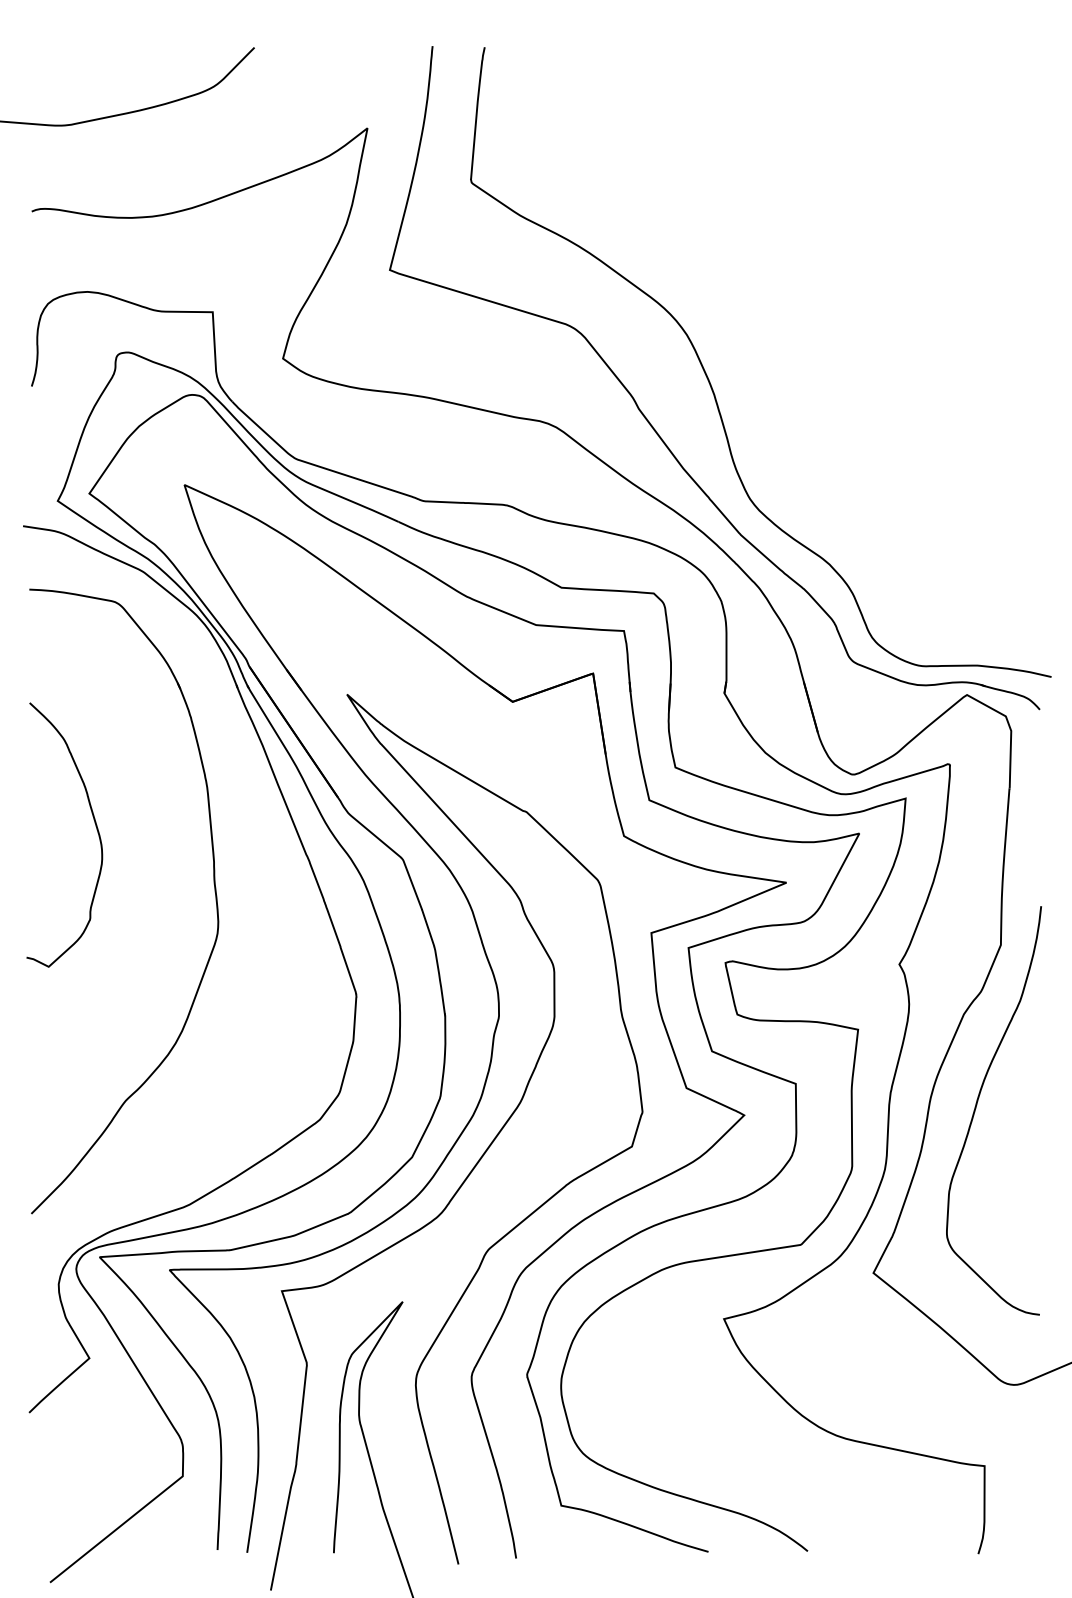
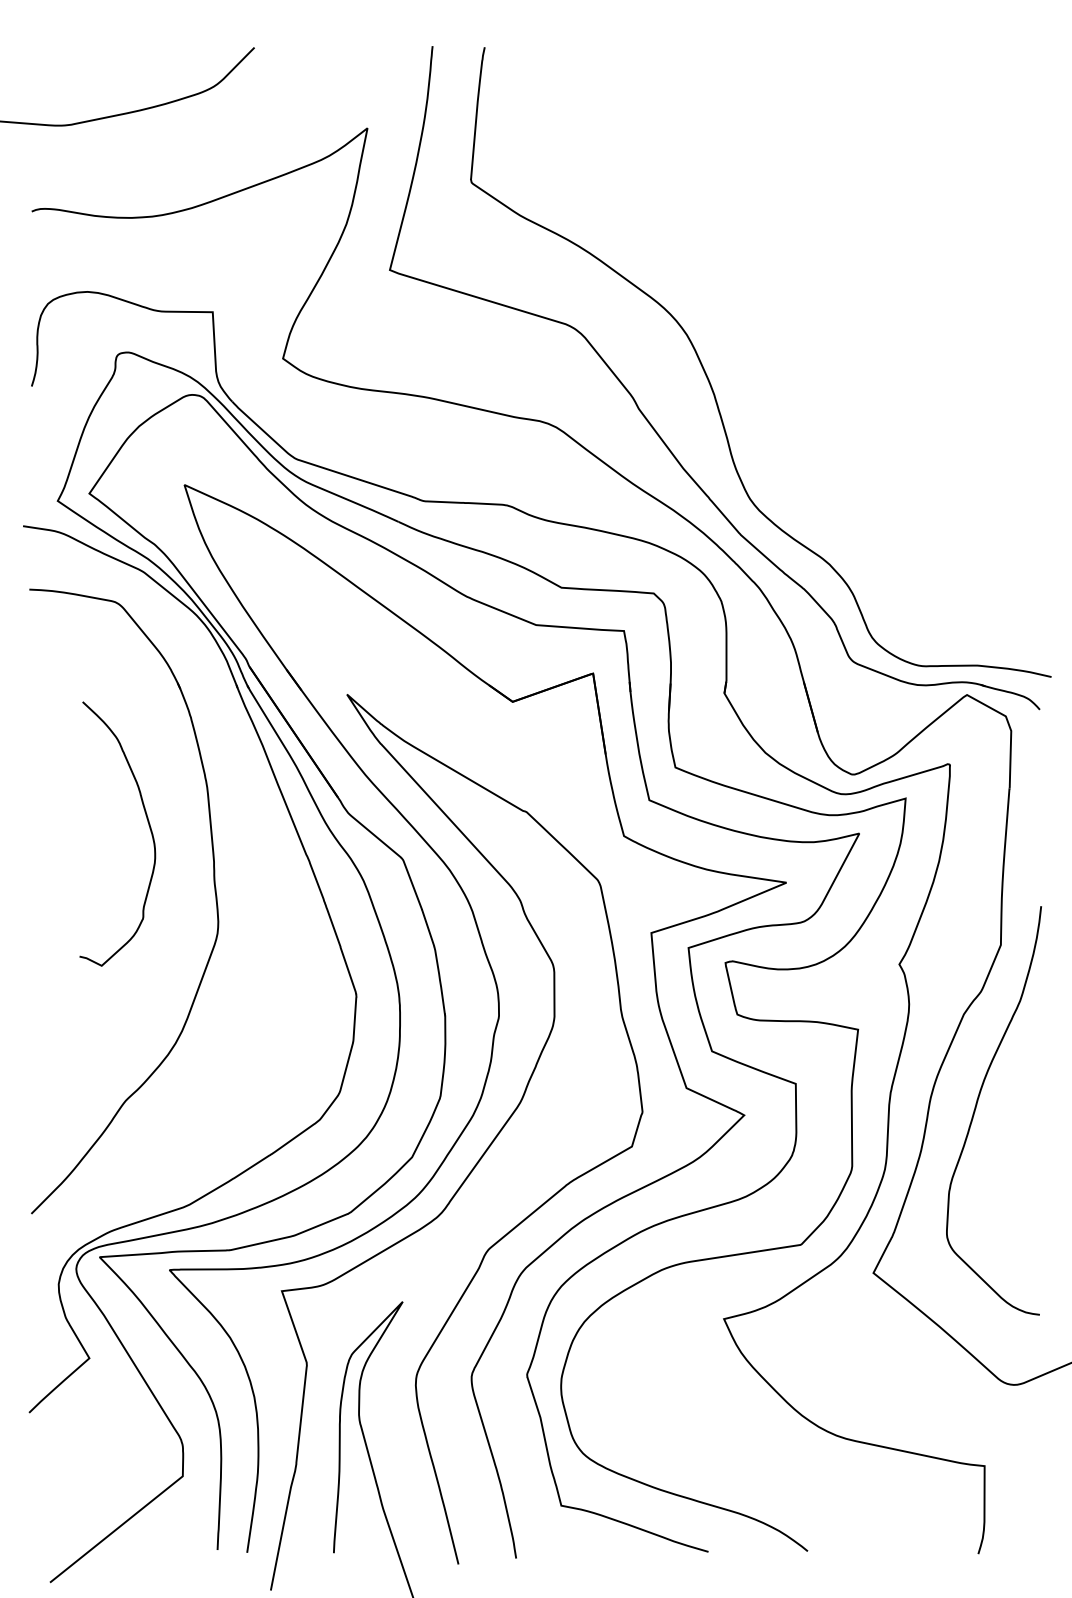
curve at (94, 823) position: (94, 823) -> (147, 822)
